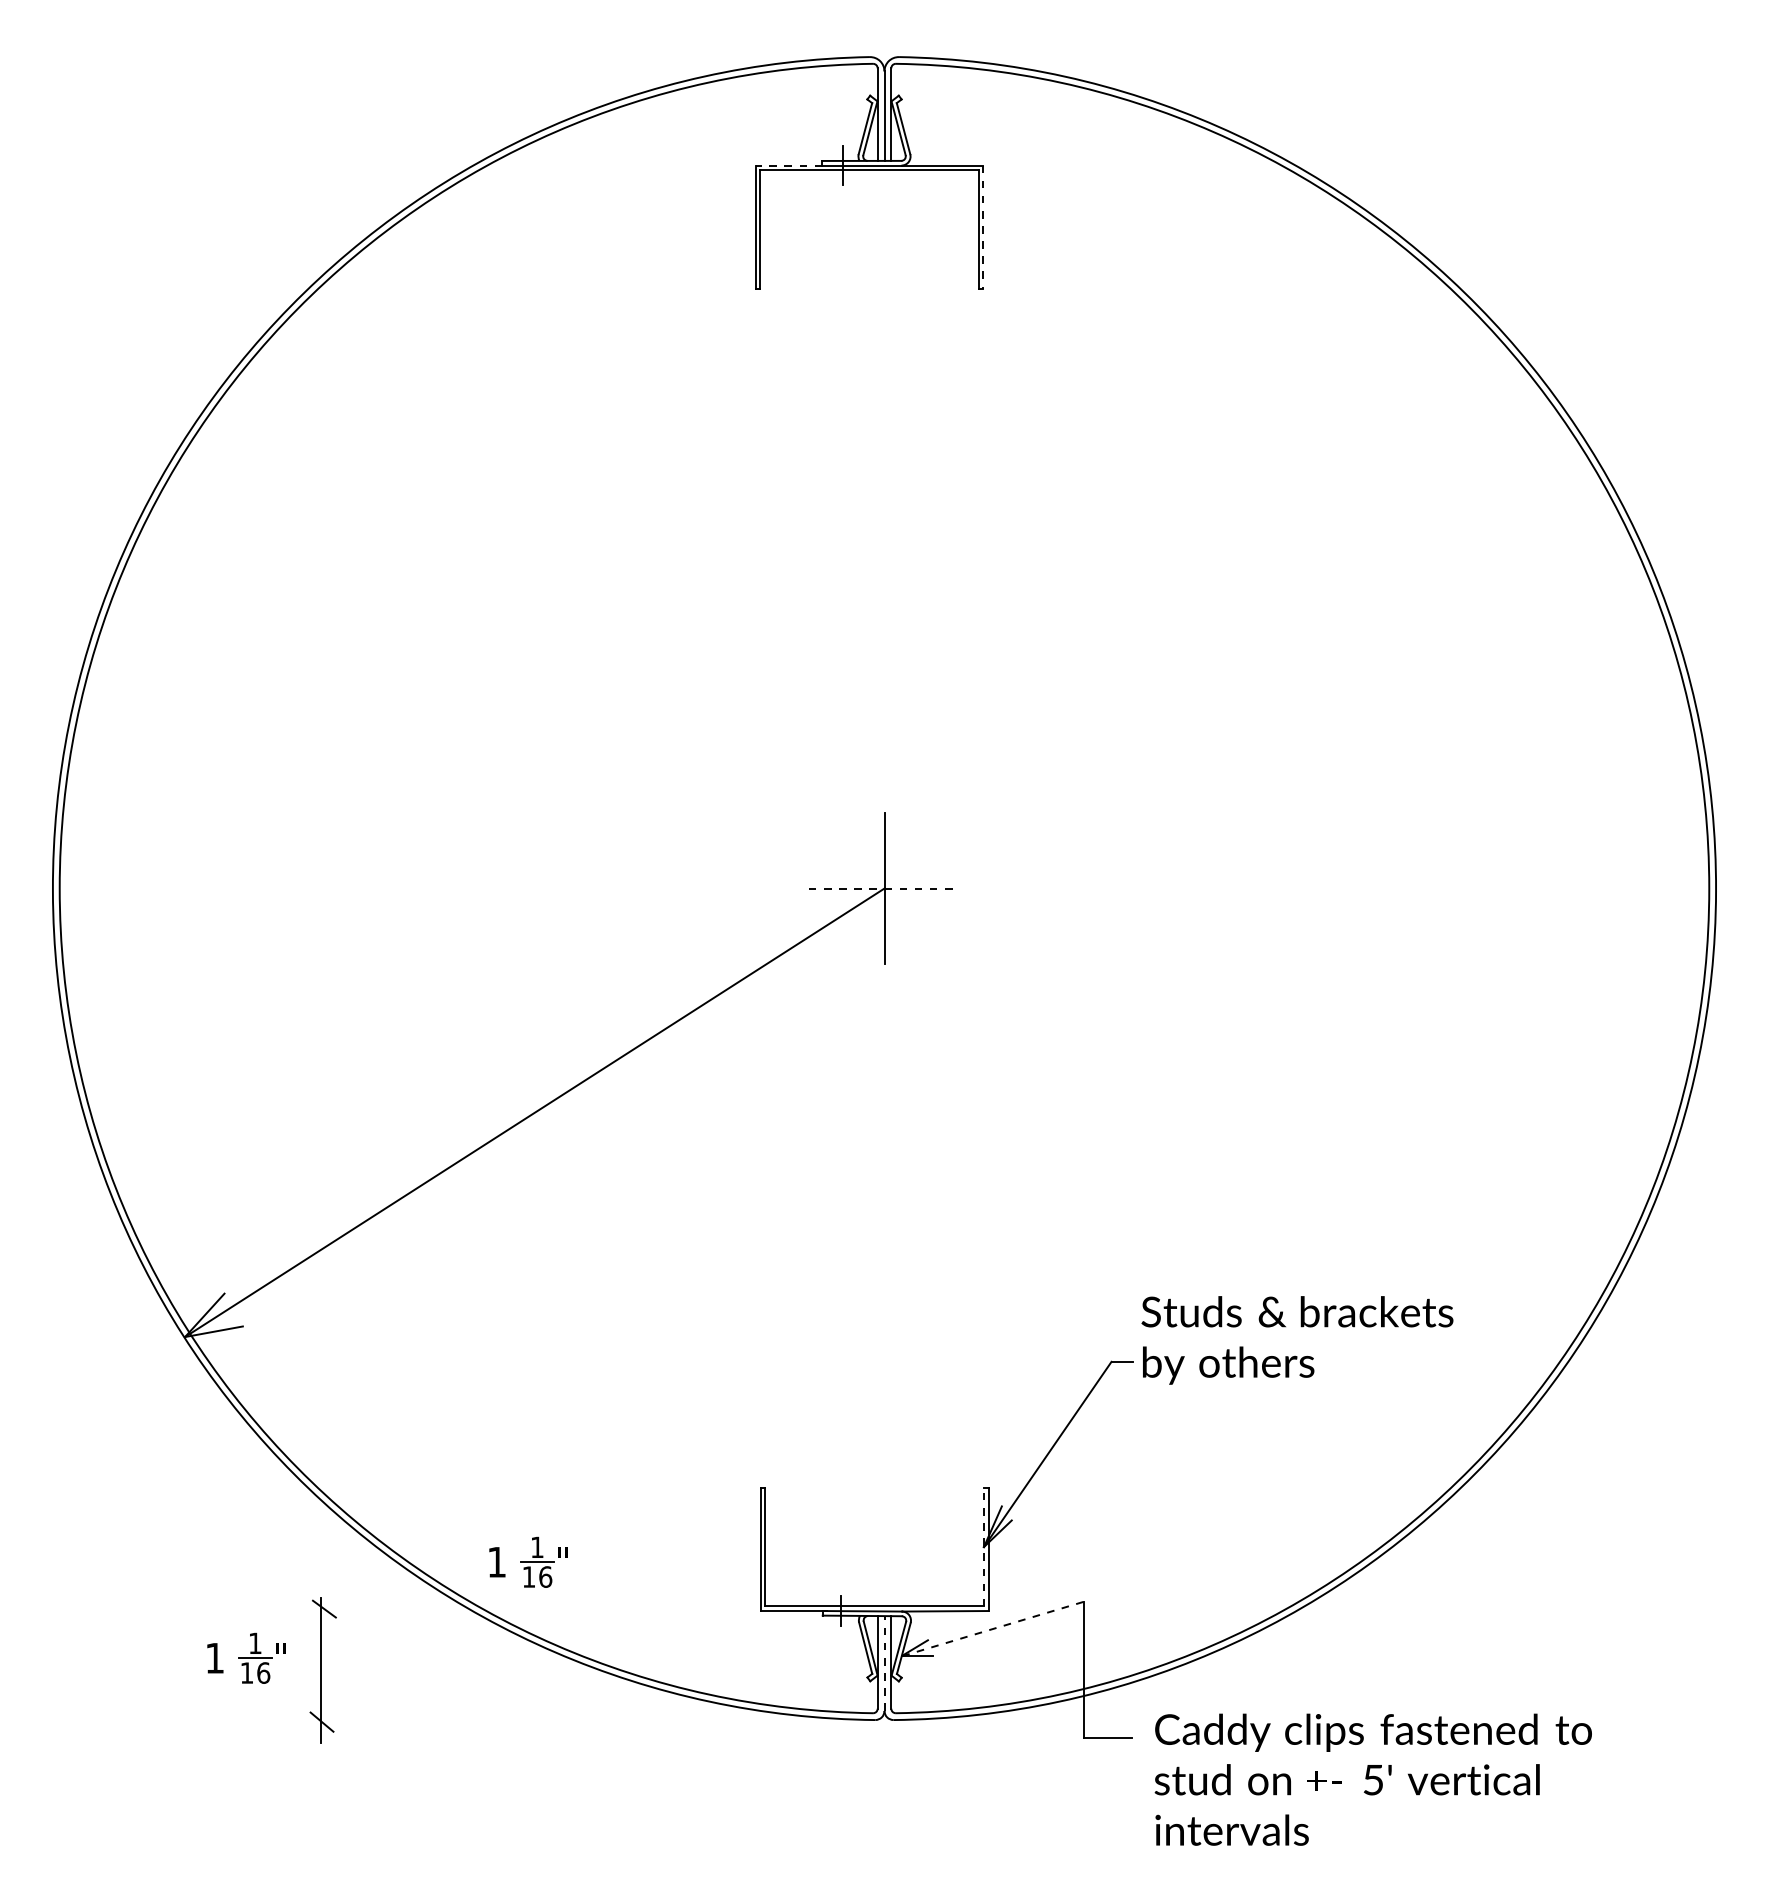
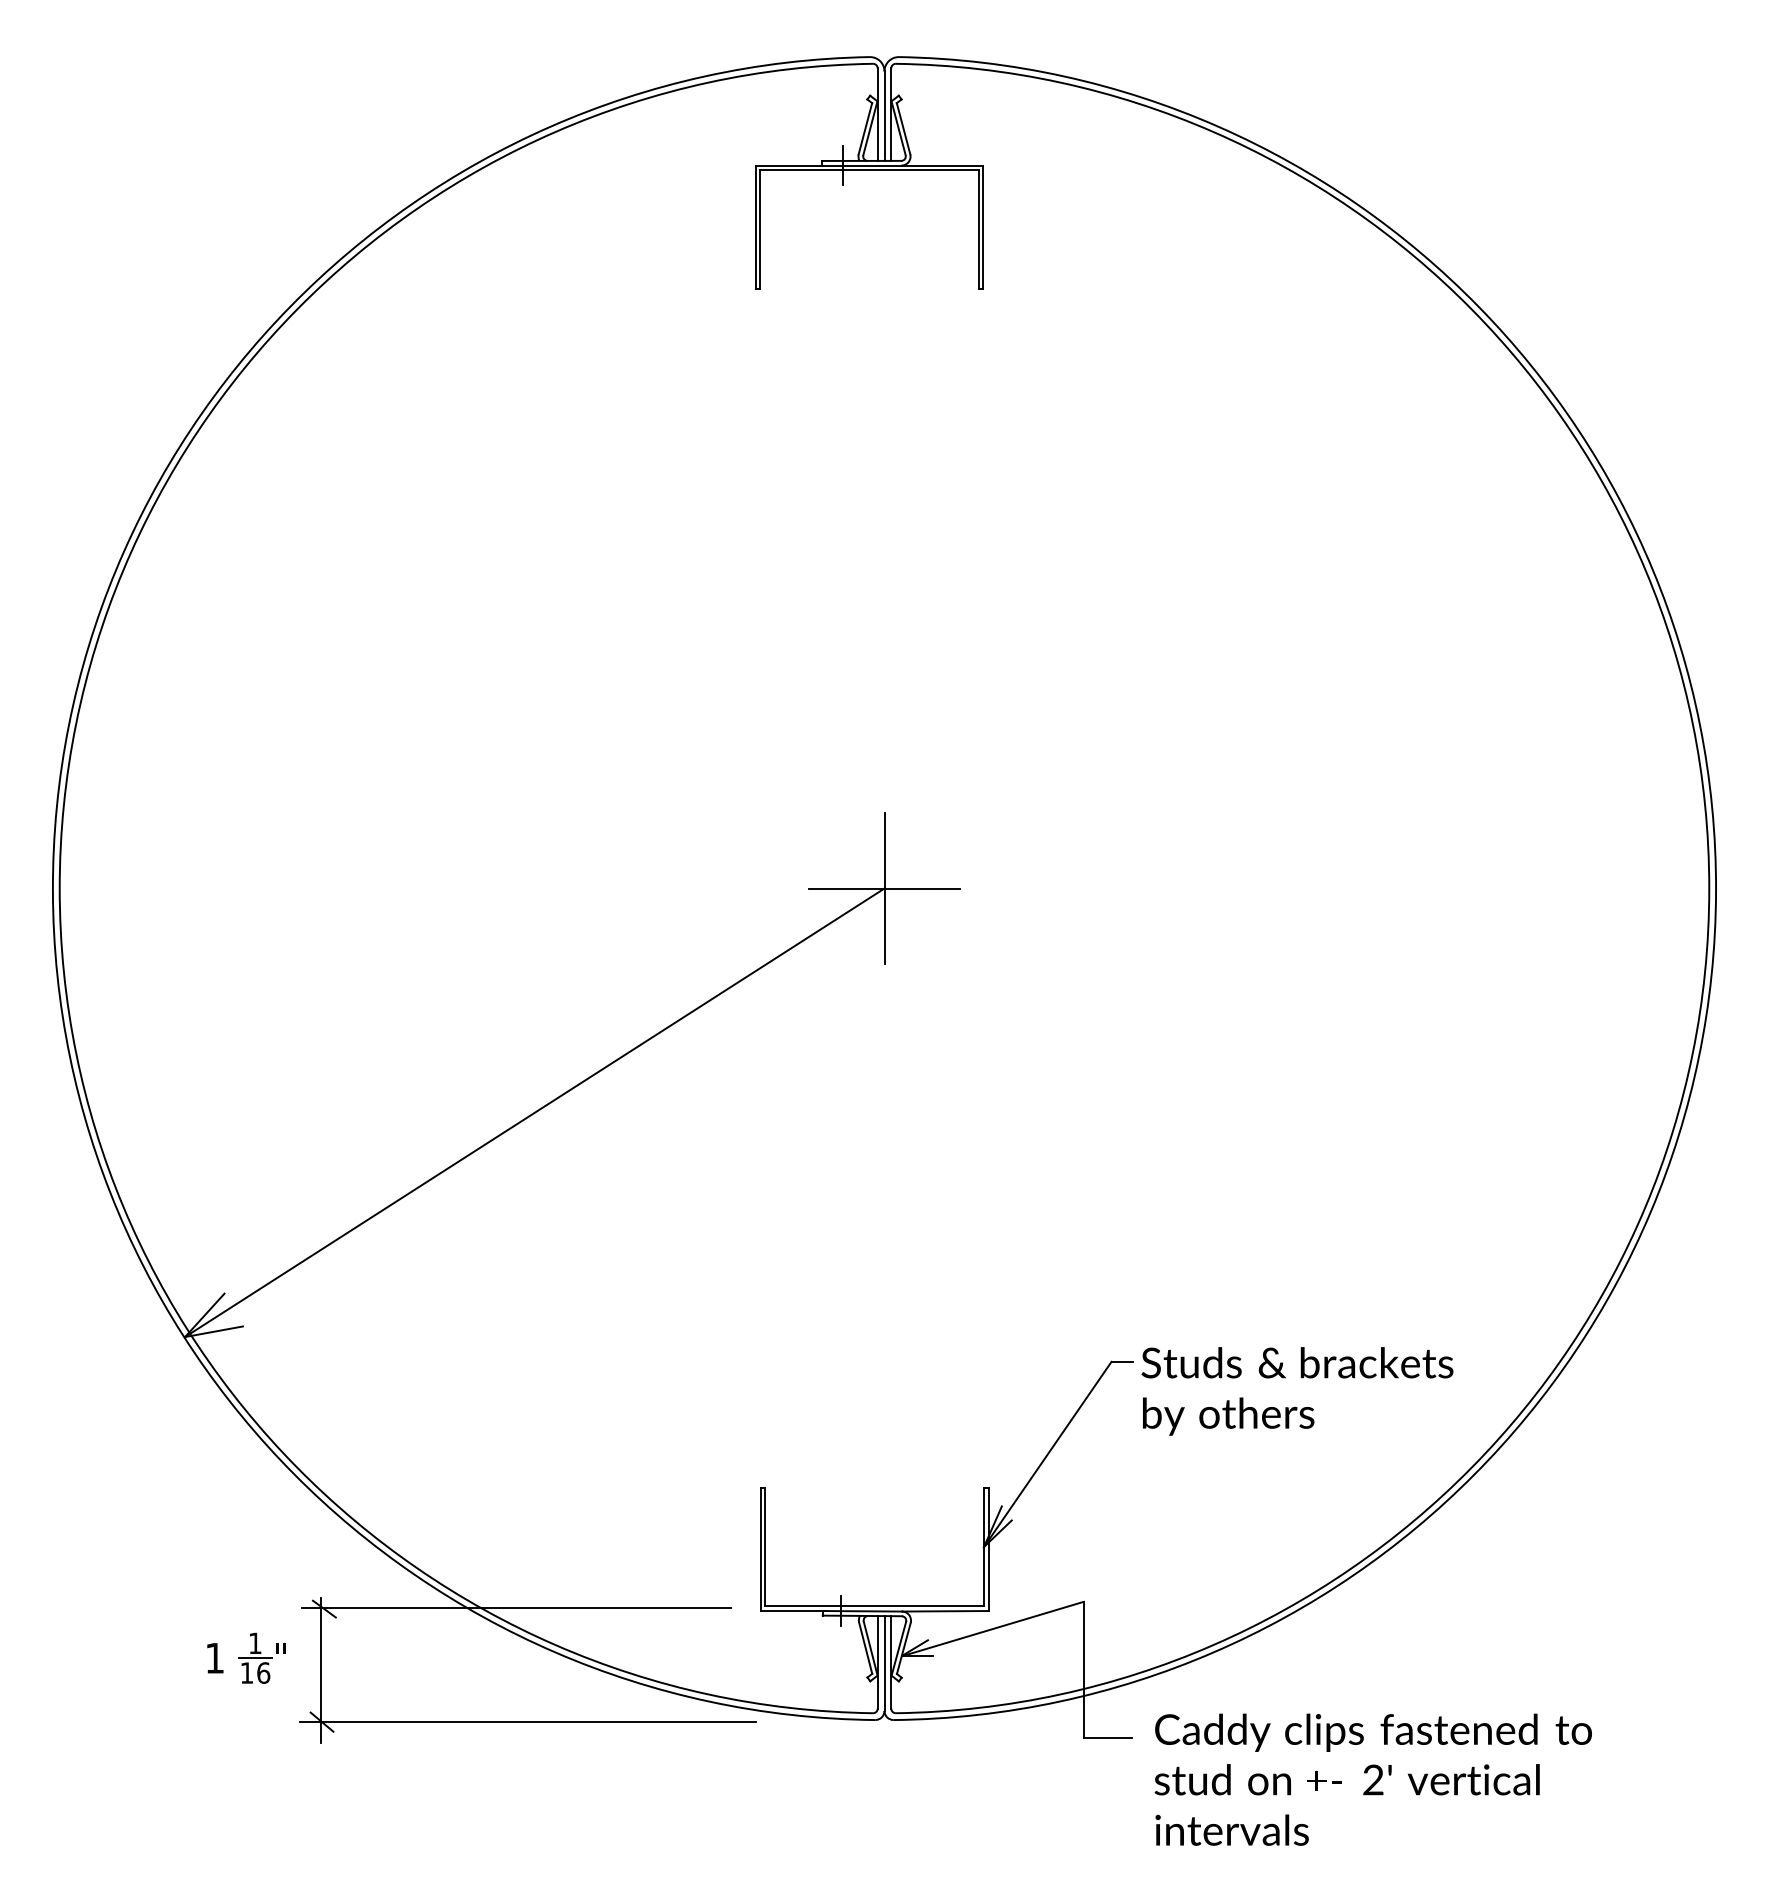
line at (788, 165): dashed -> solid
line at (983, 227): dashed -> solid
line at (884, 888): dashed -> solid
text at (1297, 1340) position: (1297, 1340) -> (1297, 1391)
line at (983, 1546): dashed -> solid
part at (528, 1561): present -> none
line at (516, 1607): none -> present
line at (992, 1629): dashed -> solid
line at (884, 1663): dashed -> solid
line at (527, 1721): none -> present
text at (1373, 1779): 5' -> 2'
